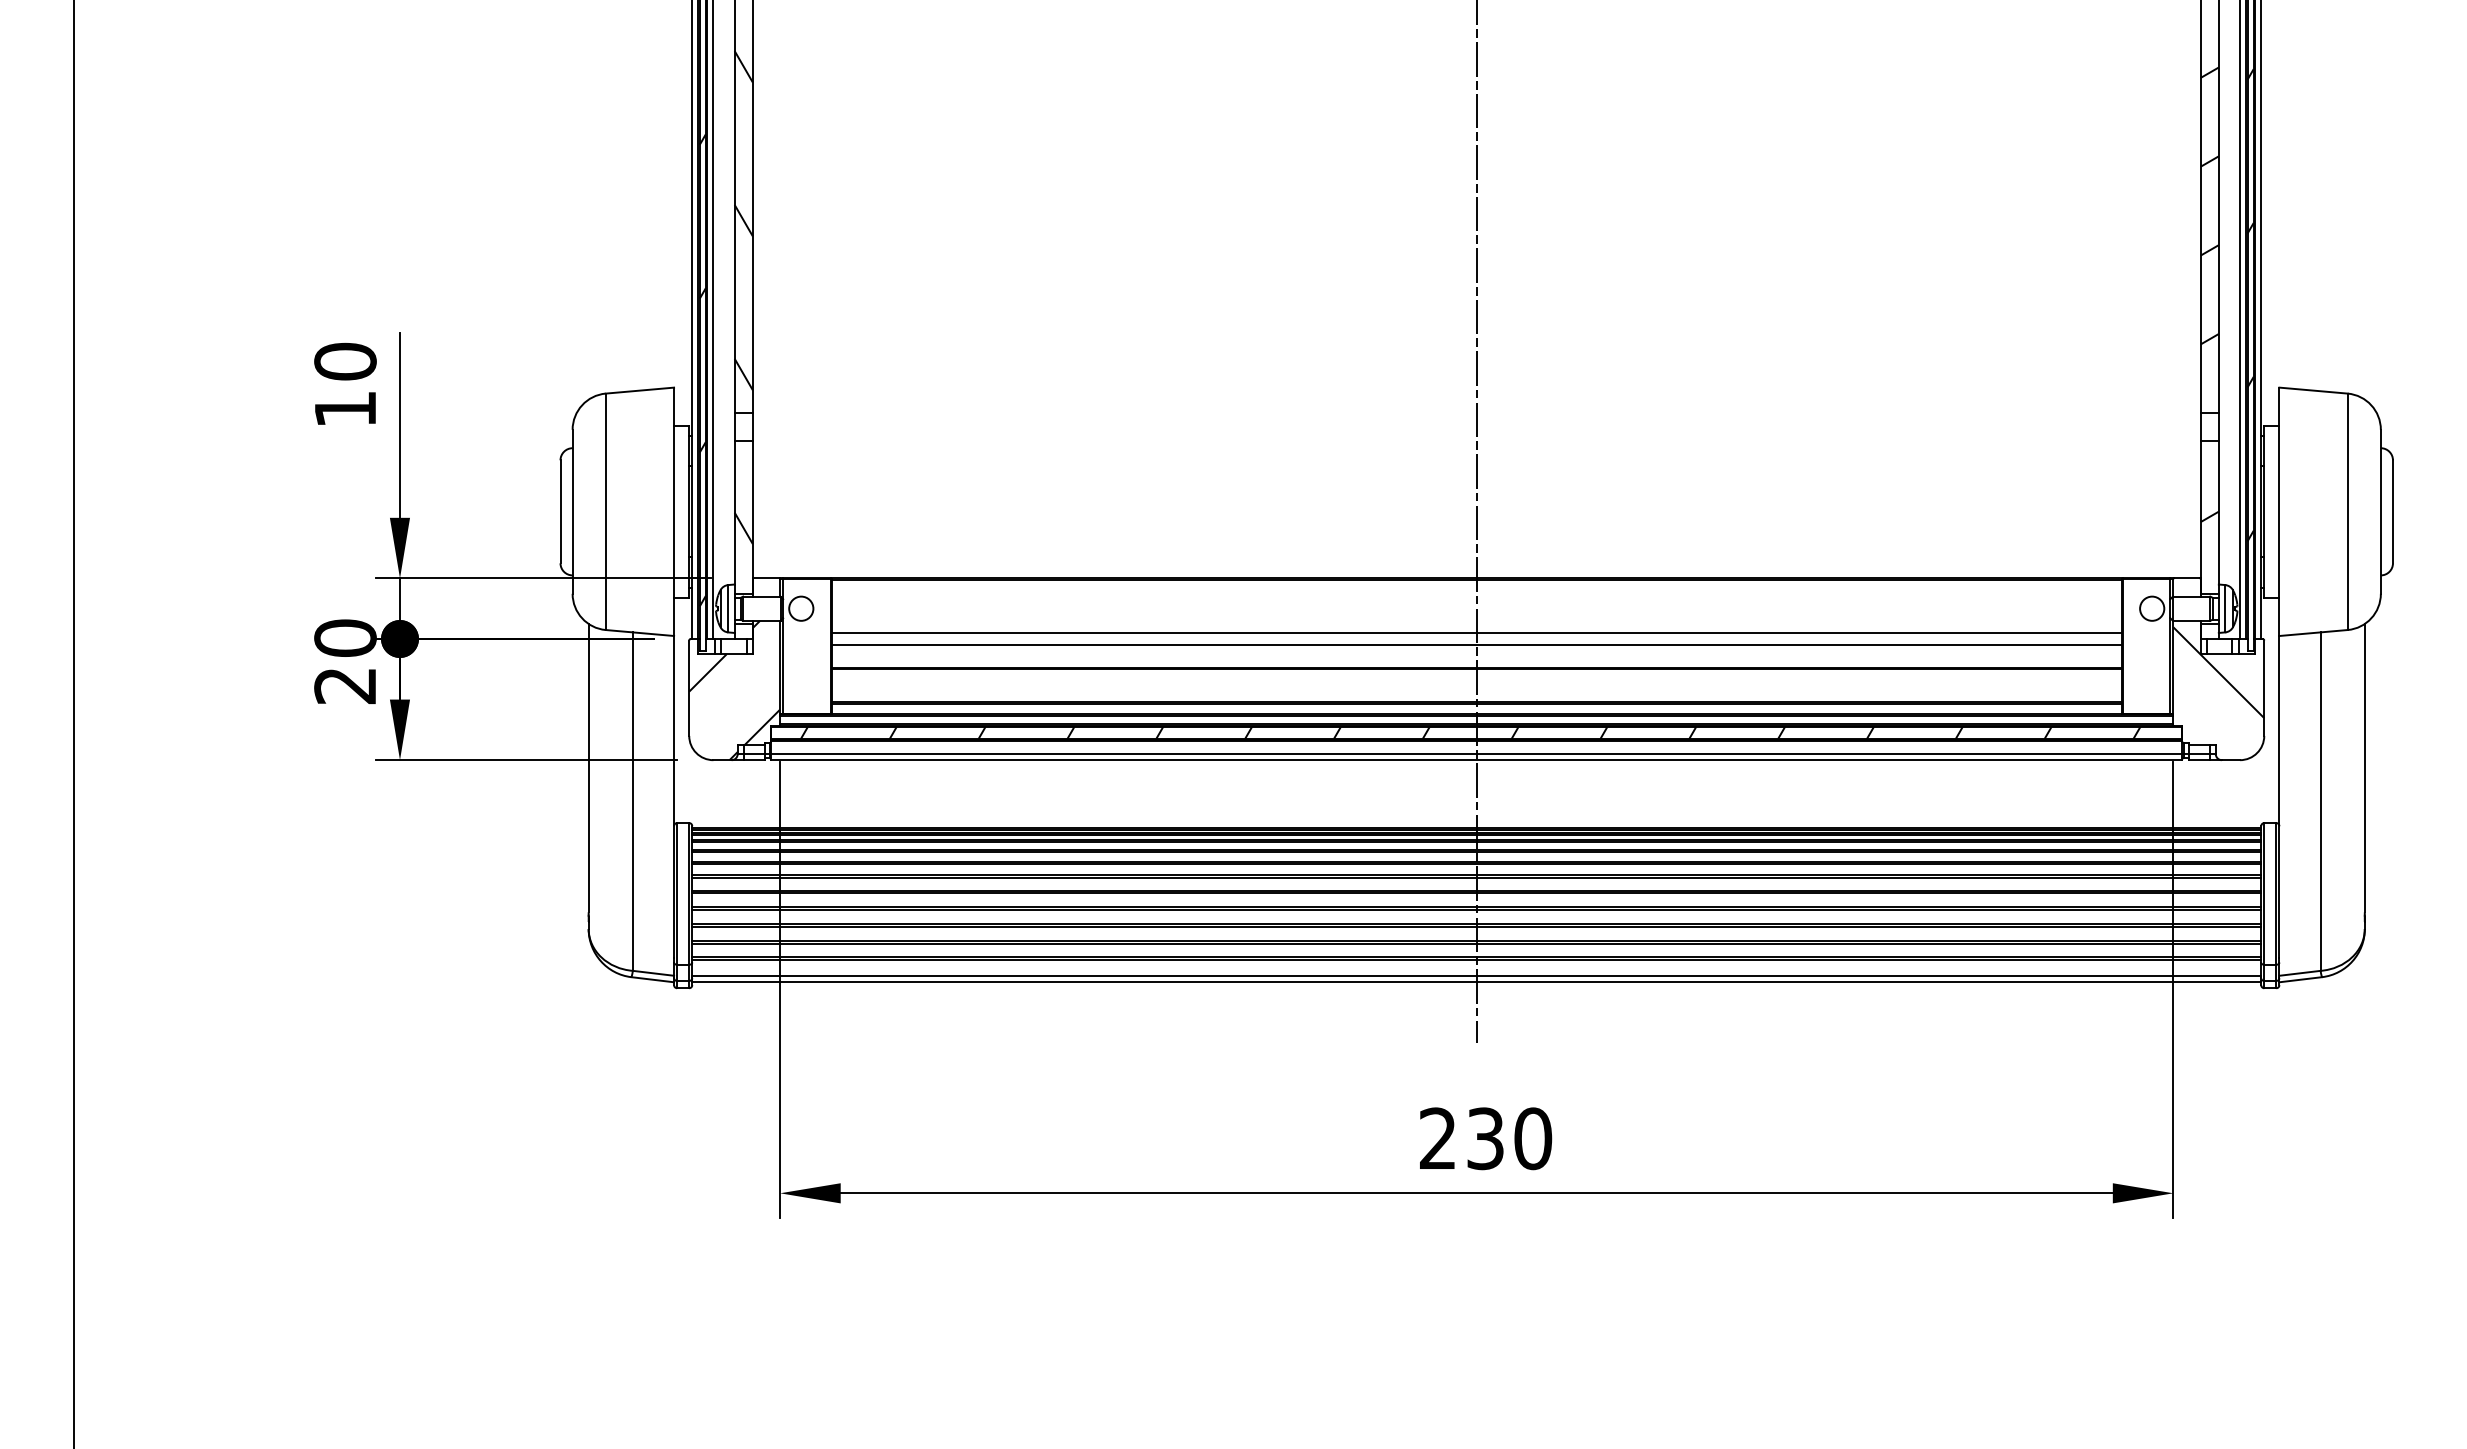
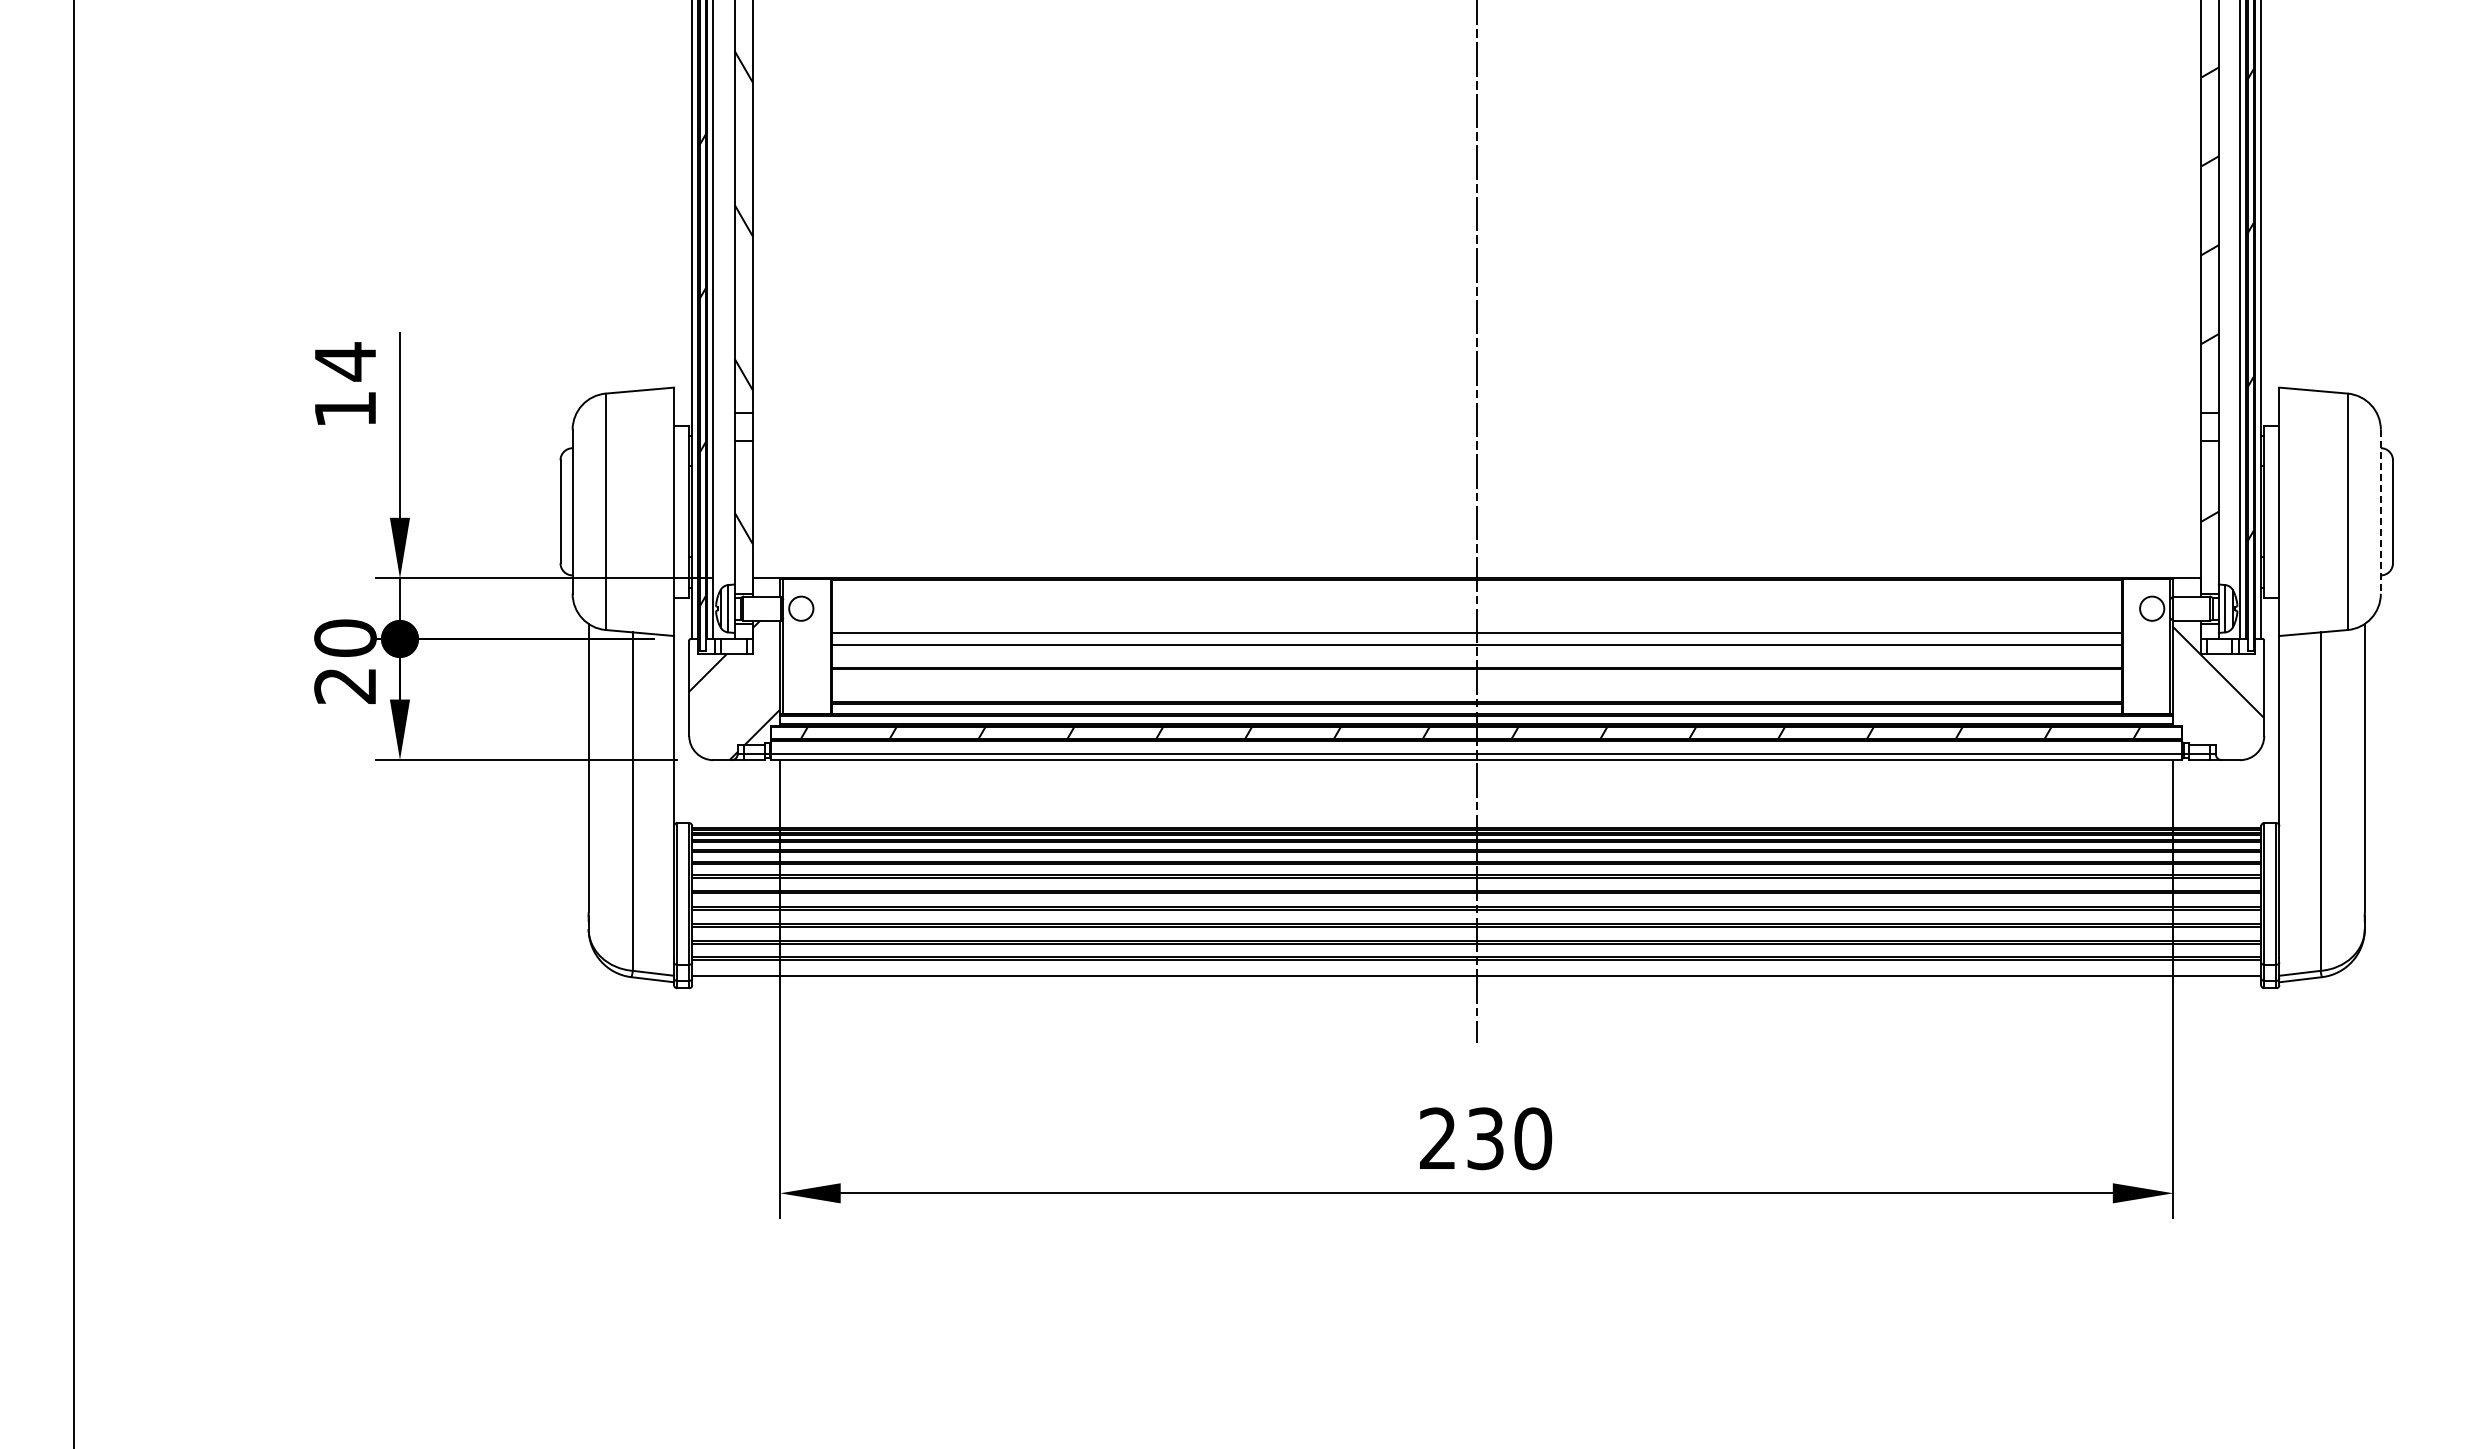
text at (345, 361): 10 -> 14
line at (2380, 512): solid -> dashed
line at (1476, 982): present -> none
